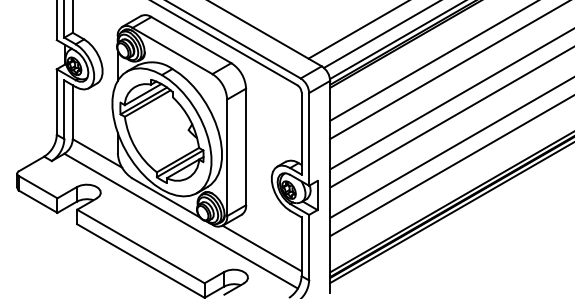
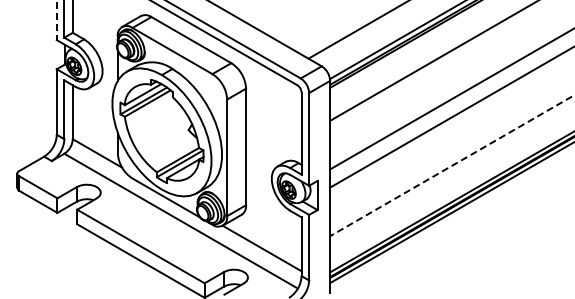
line at (56, 20): solid -> dashed
line at (380, 34): present -> none
line at (448, 70): present -> none
line at (450, 147): present -> none
line at (452, 165): solid -> dashed
